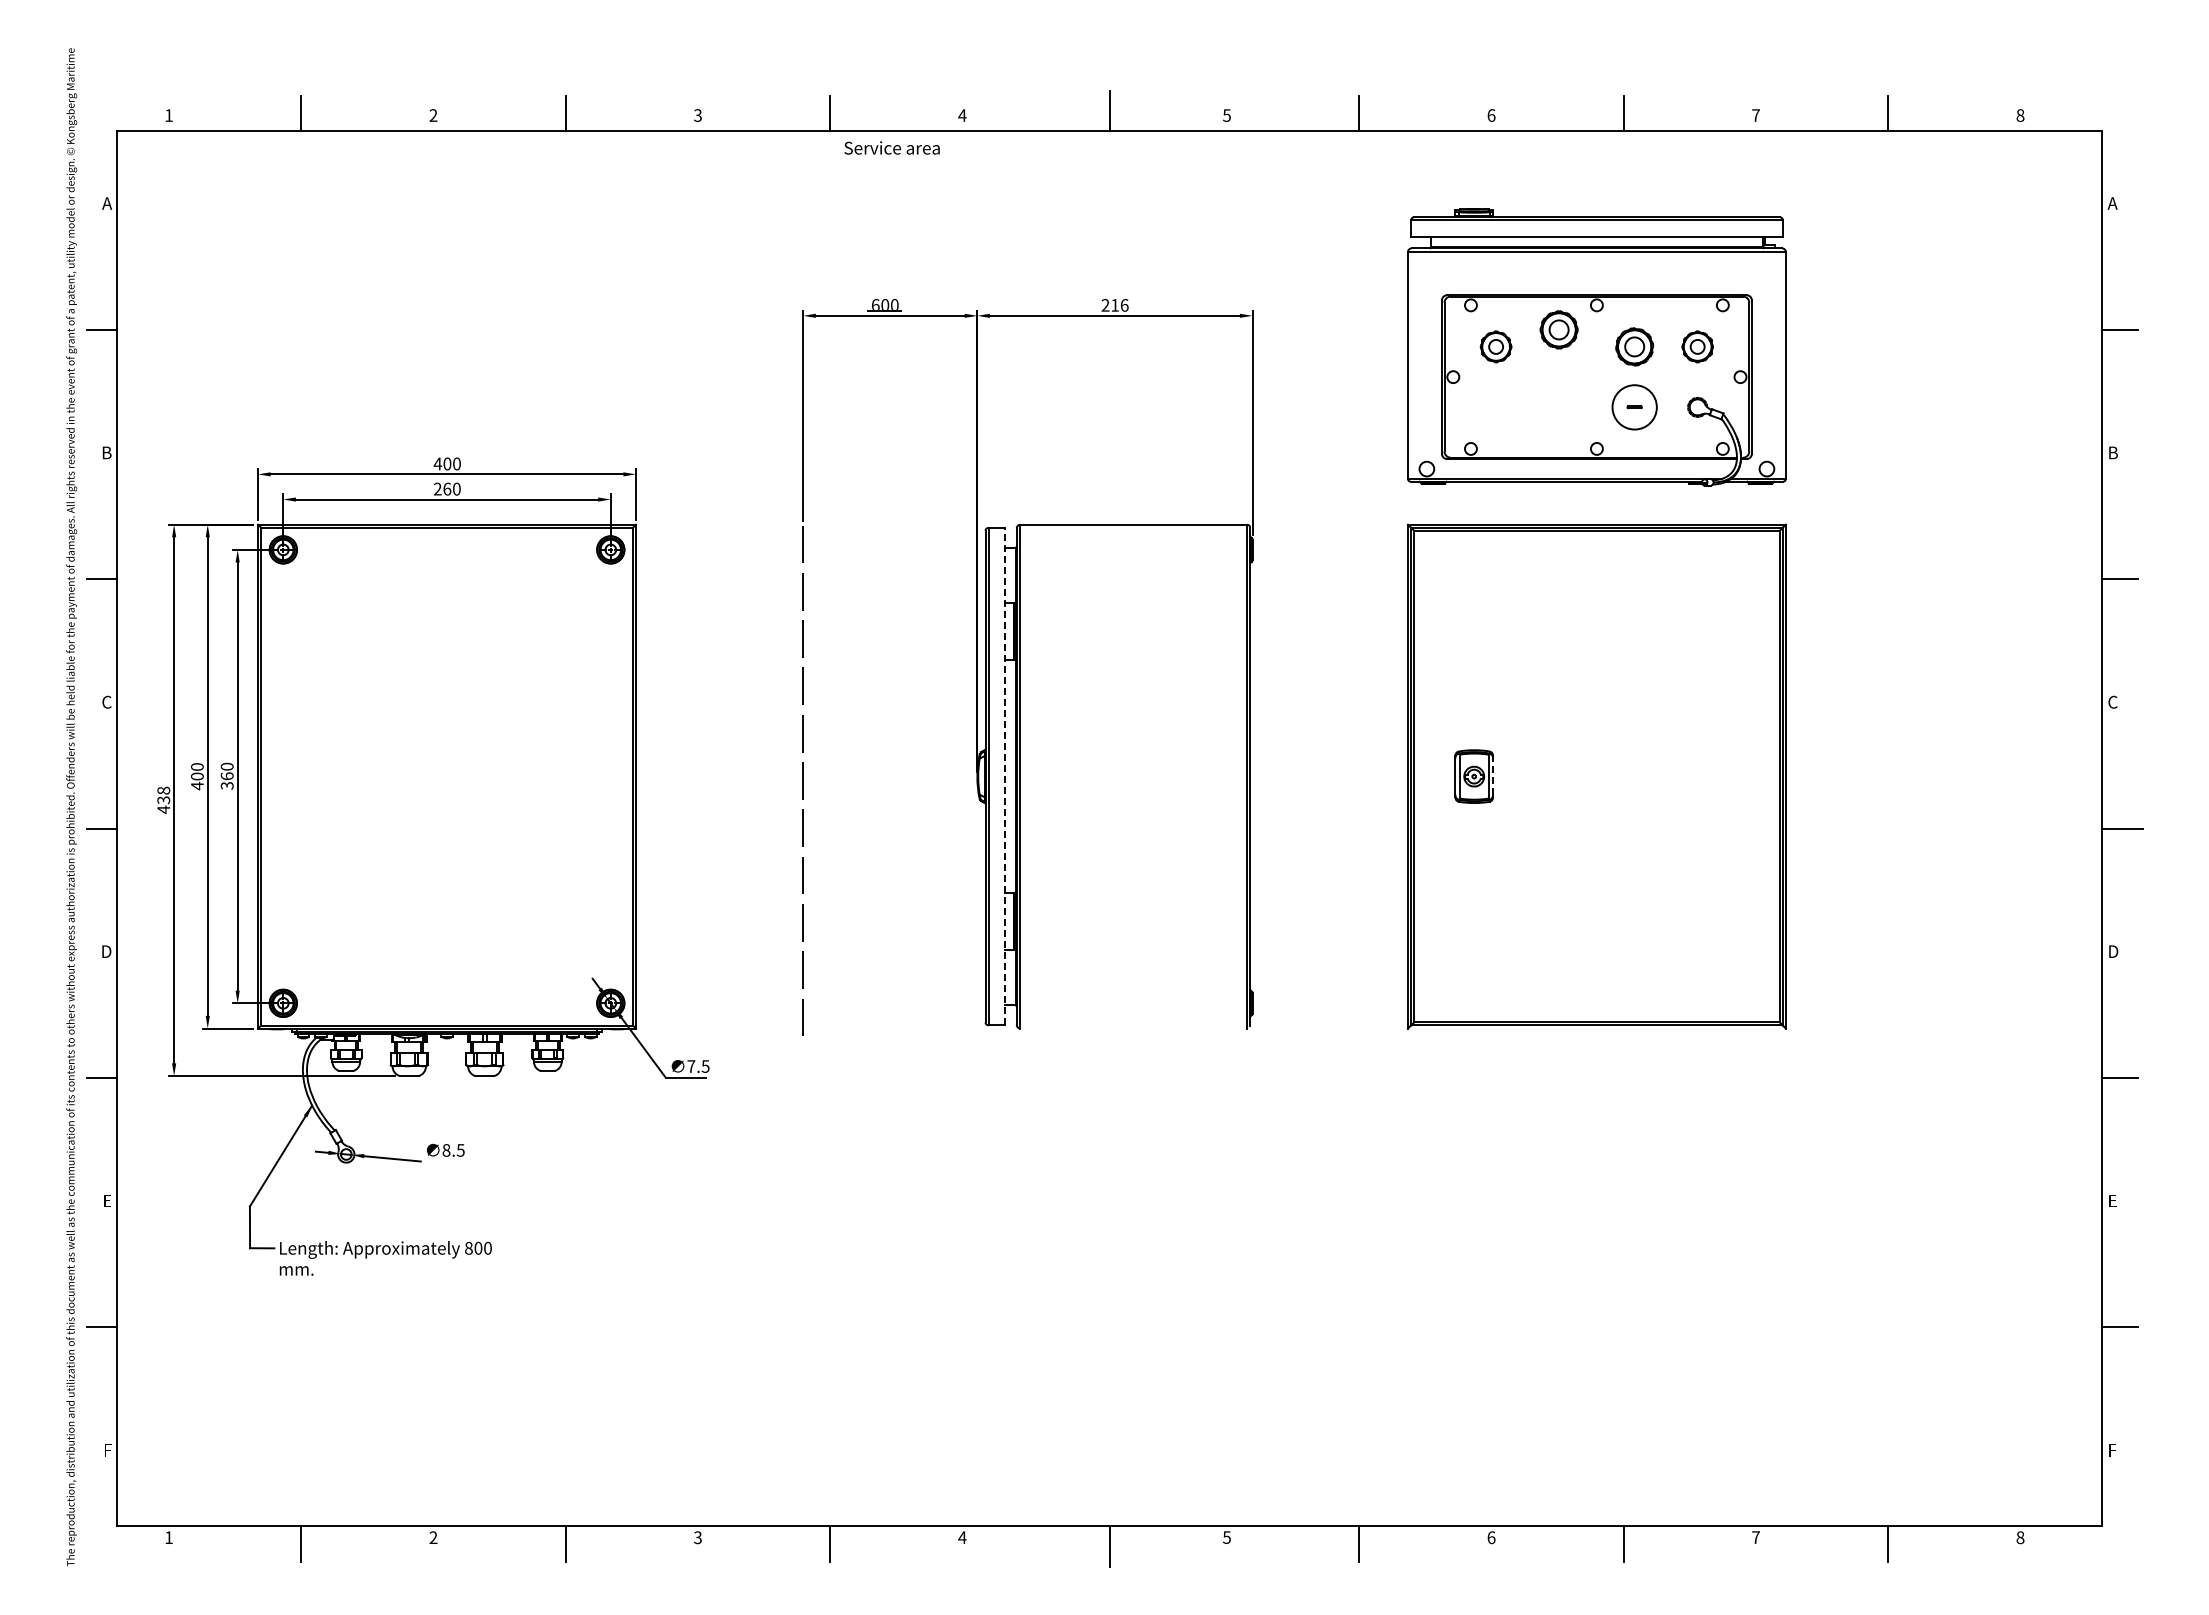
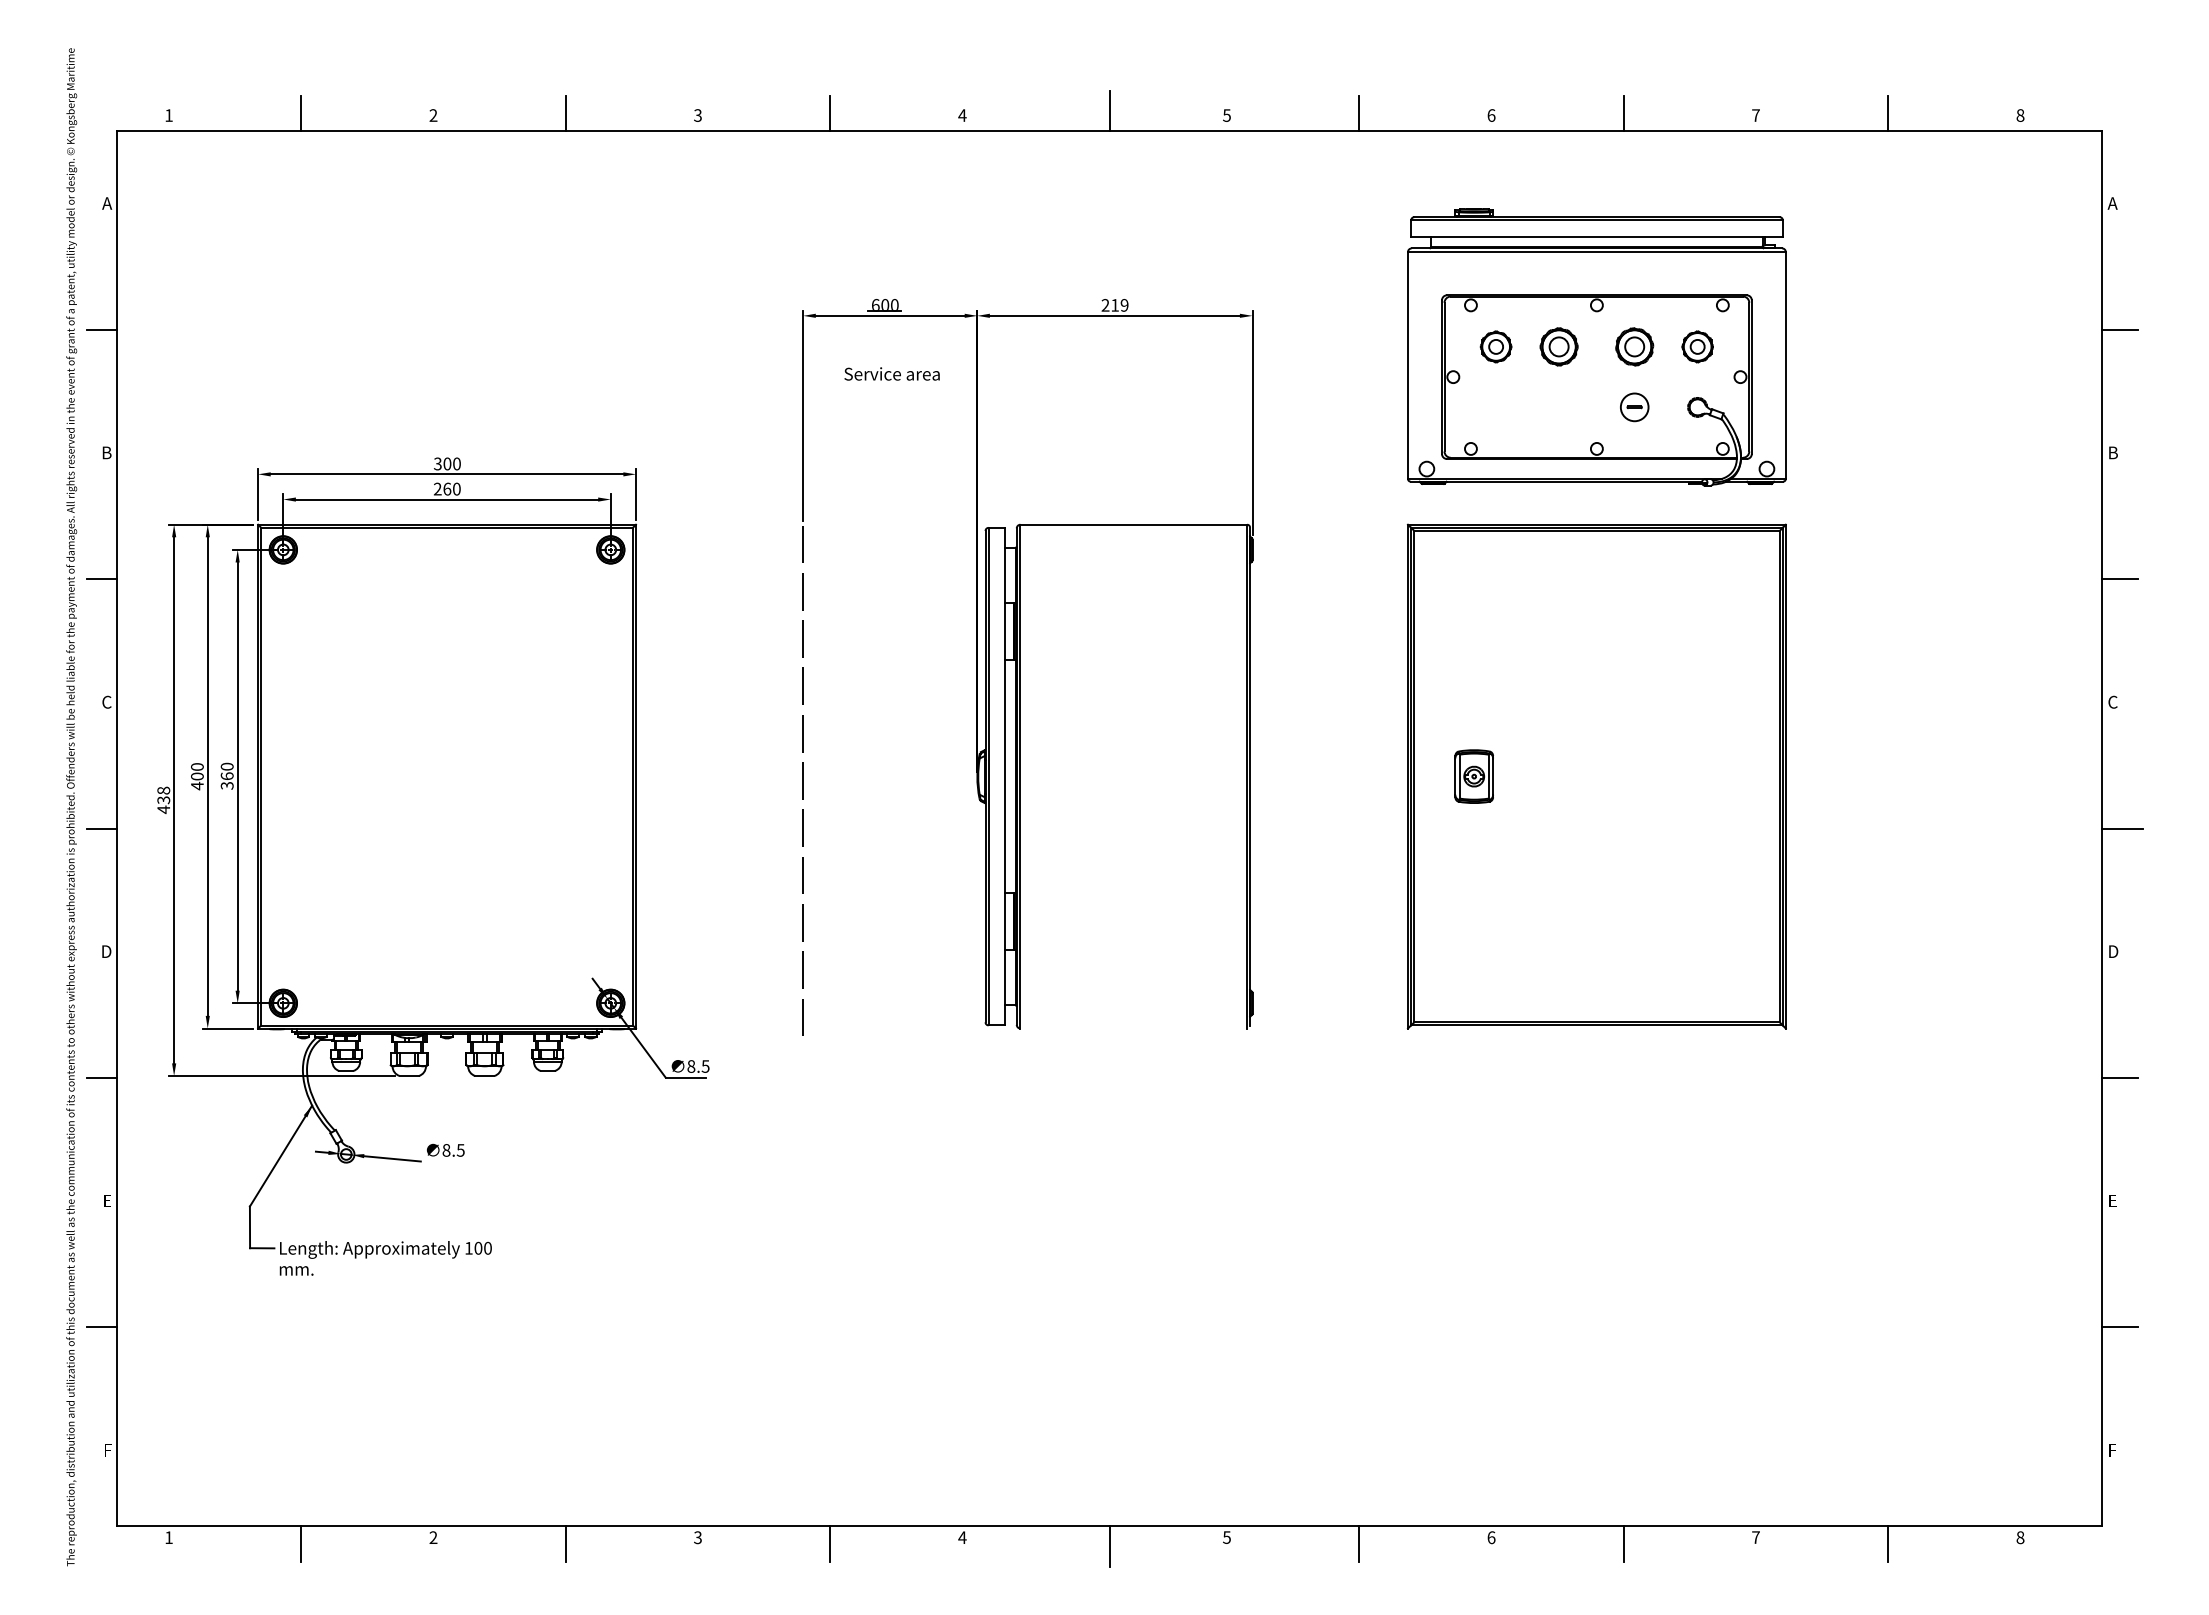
text at (891, 147) position: (891, 147) -> (891, 373)
text at (1124, 305): 216 -> 219
part at (1558, 329) position: (1558, 329) -> (1558, 346)
circle at (1634, 407) diameter: 44 px -> 28 px
text at (437, 463): 400 -> 300
line at (1004, 776): dashed -> solid
line at (1493, 776): dashed -> solid
text at (691, 1066): 7.5 -> 8.5
text at (468, 1248): 800 -> 100
